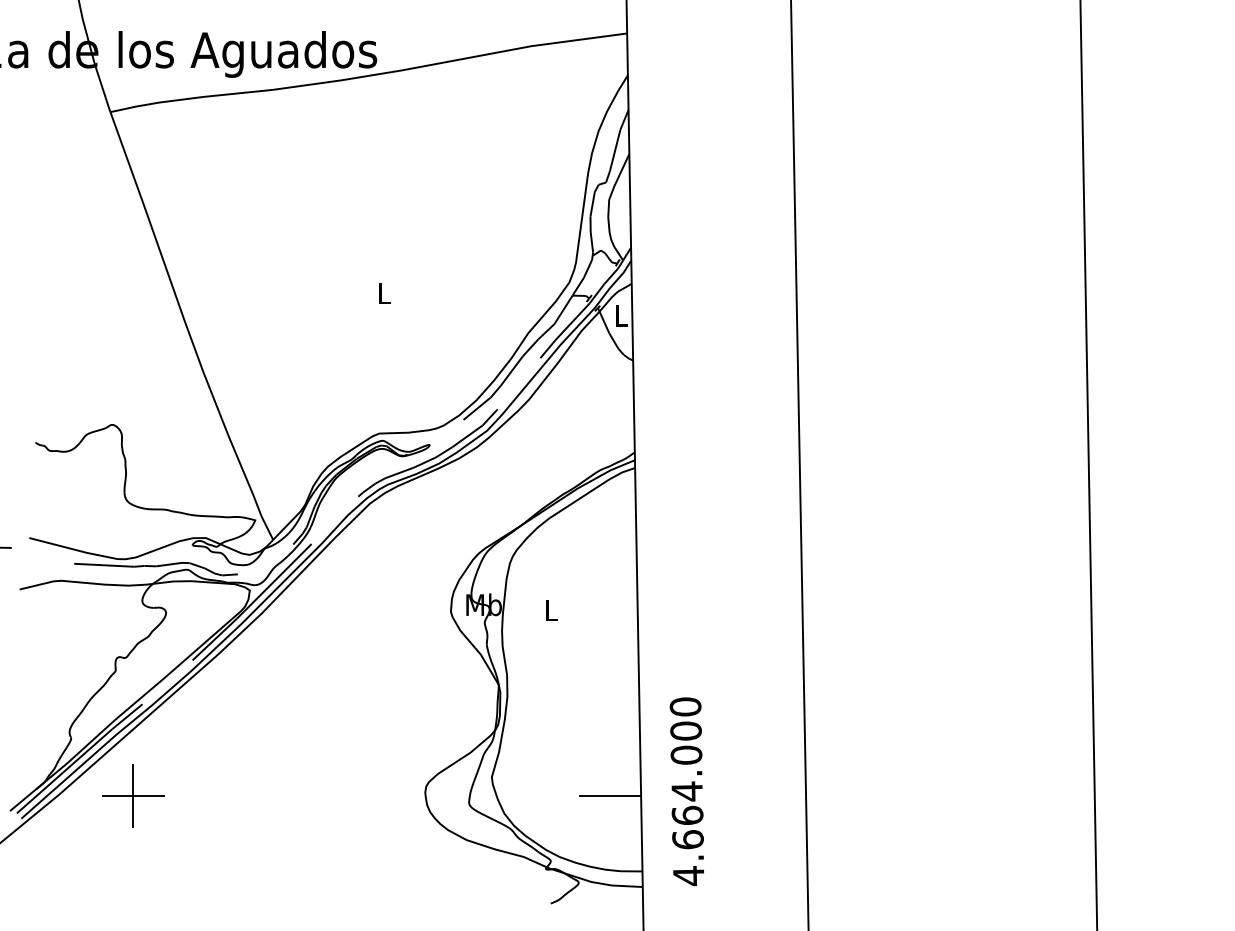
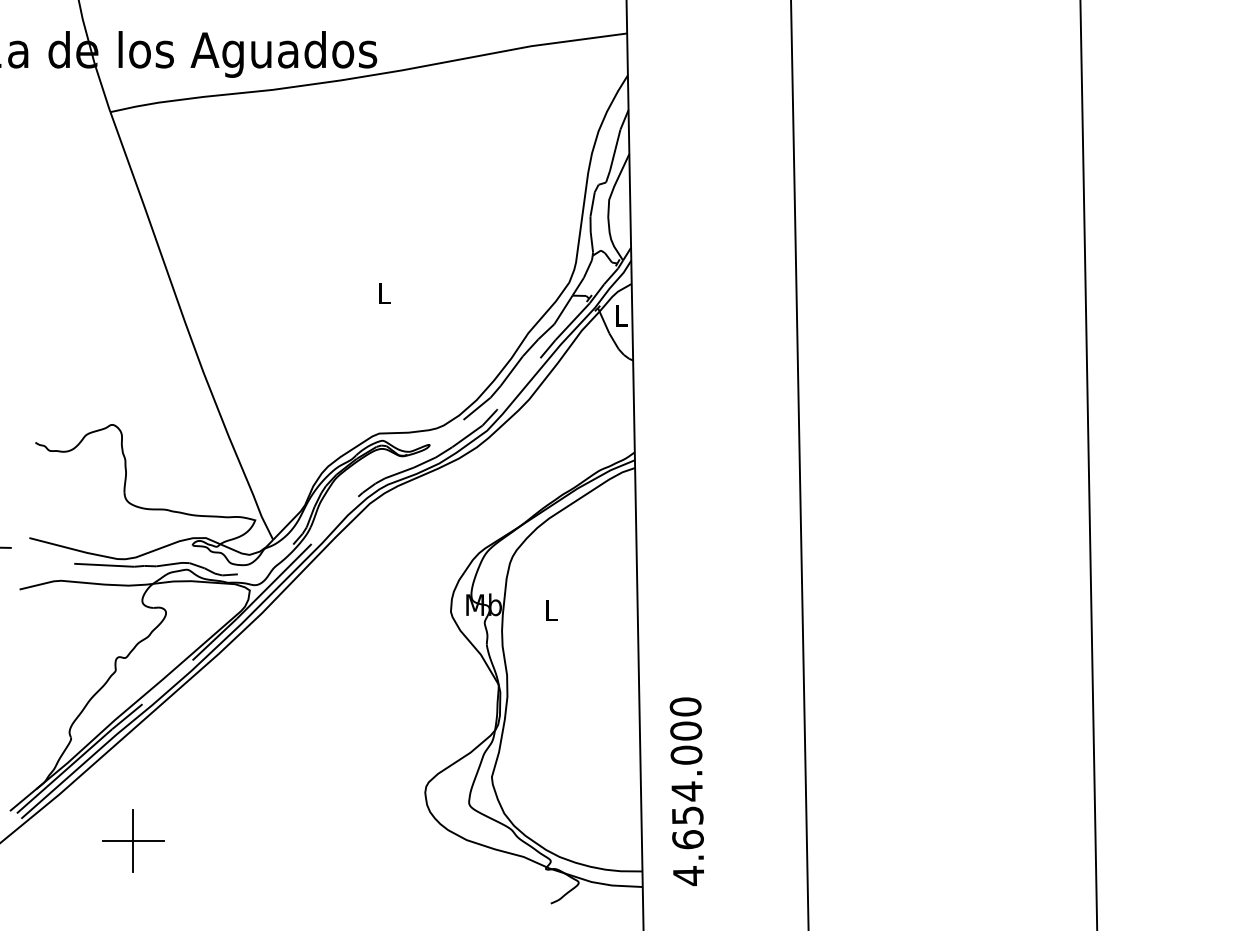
part at (133, 795) position: (133, 795) -> (133, 840)
line at (610, 796): present -> none
text at (687, 814): 4.664.000 -> 4.654.000
